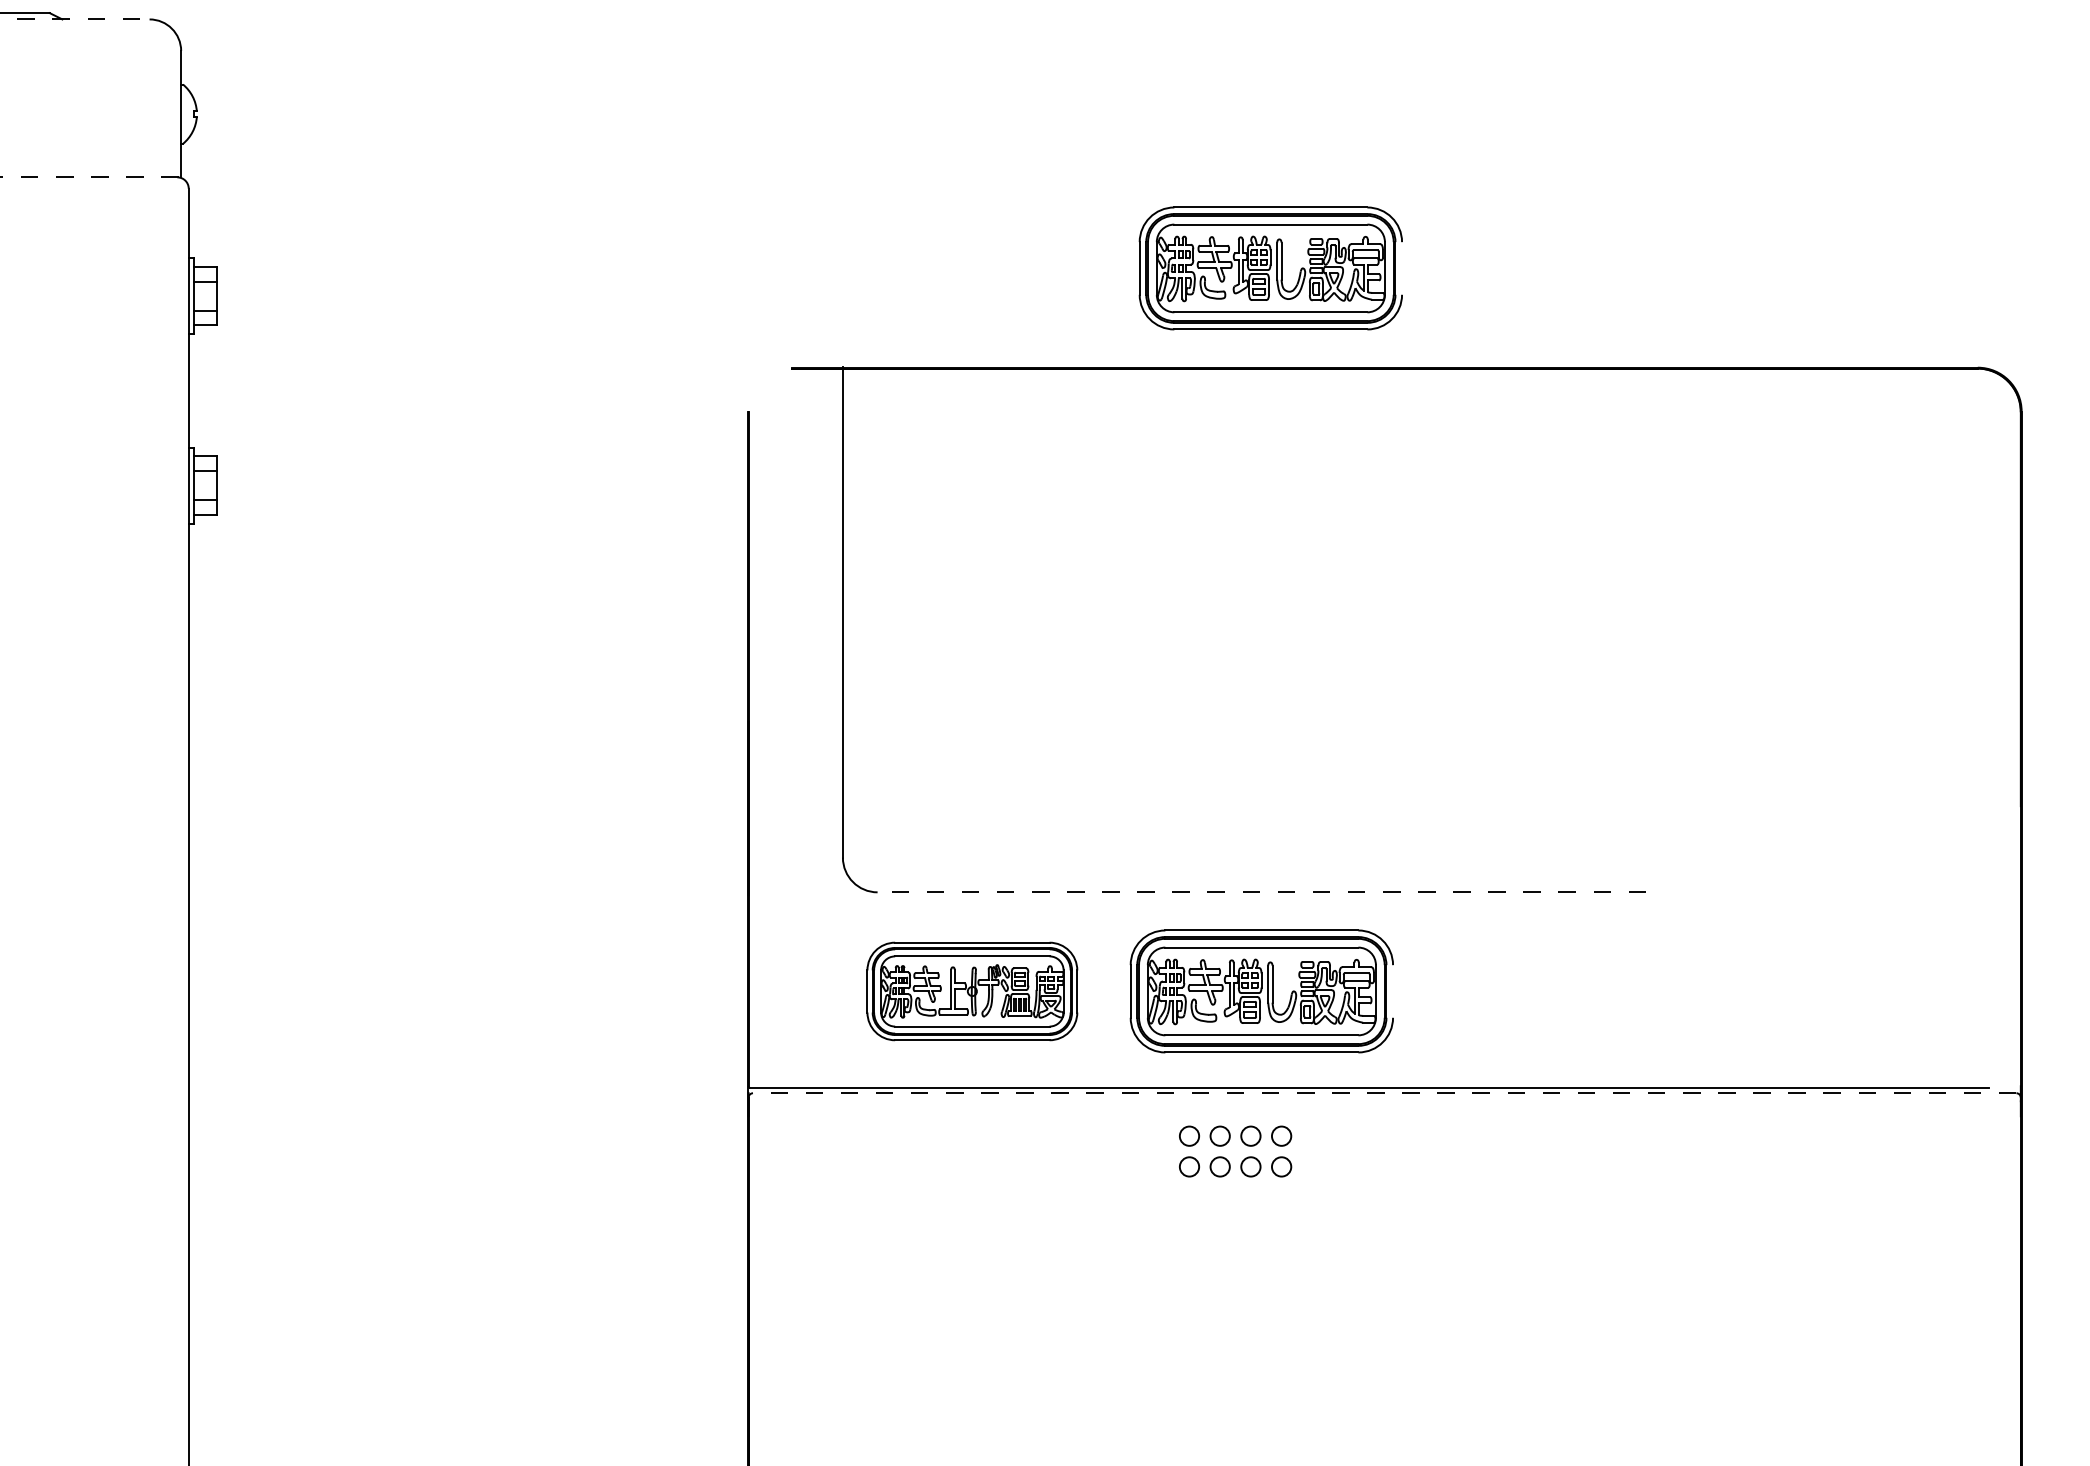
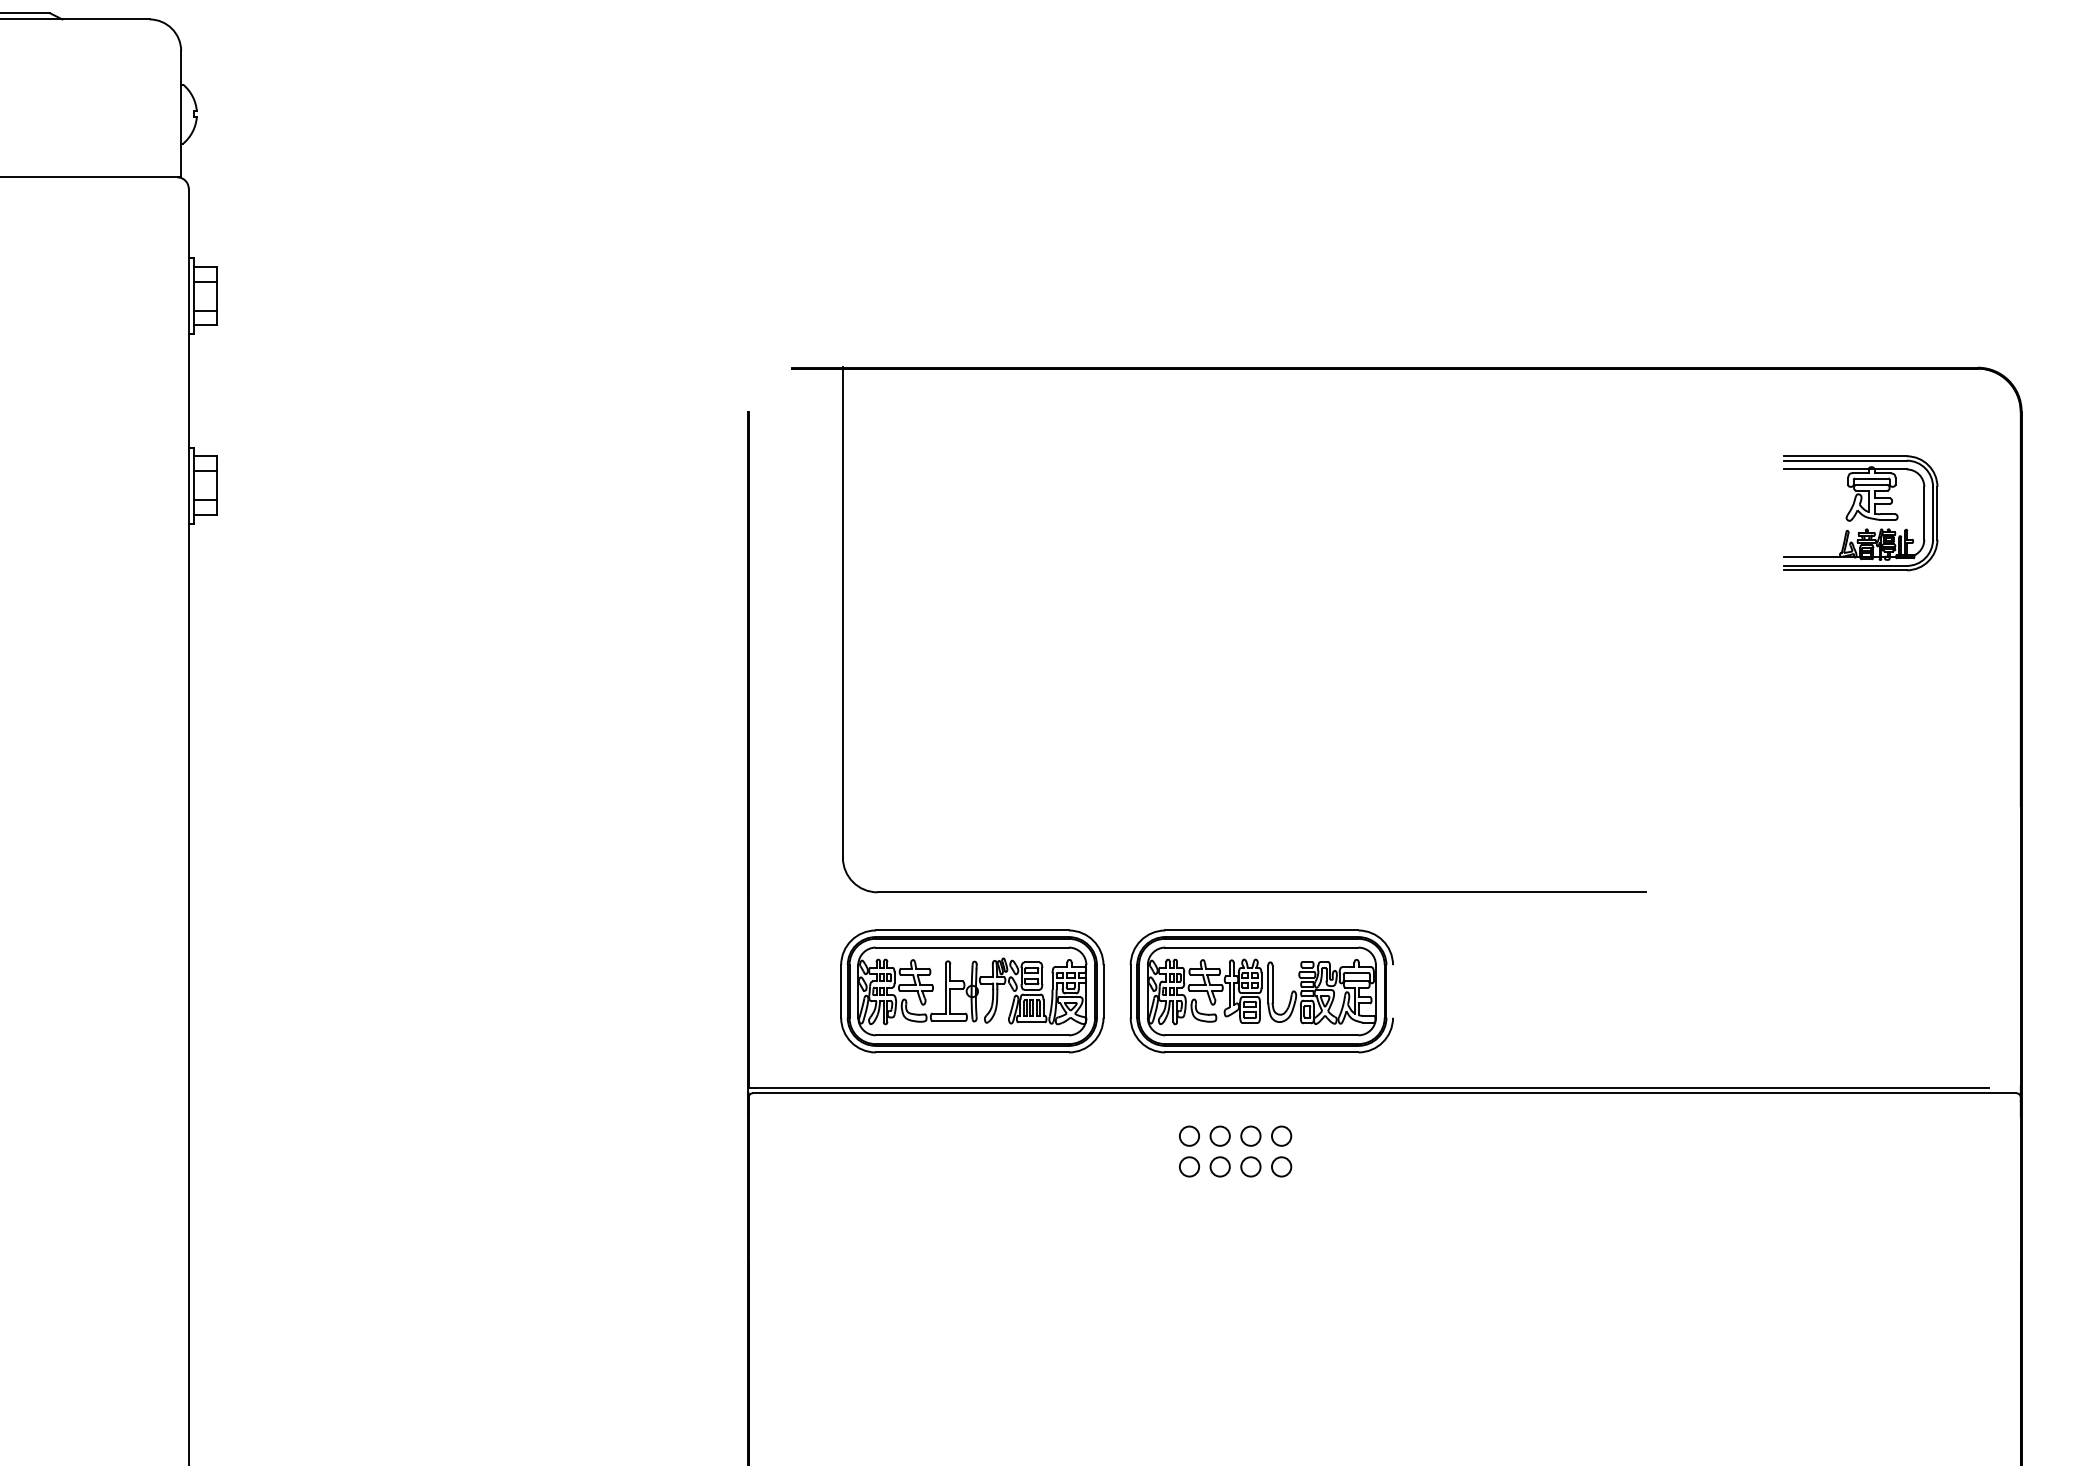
line at (75, 19): dashed -> solid
line at (91, 177): dashed -> solid
part at (1270, 268): present -> none
part at (1860, 513): none -> present
line at (1261, 892): dashed -> solid
part at (972, 991) size: 213x101 px -> 265x125 px
line at (1384, 1093): dashed -> solid
